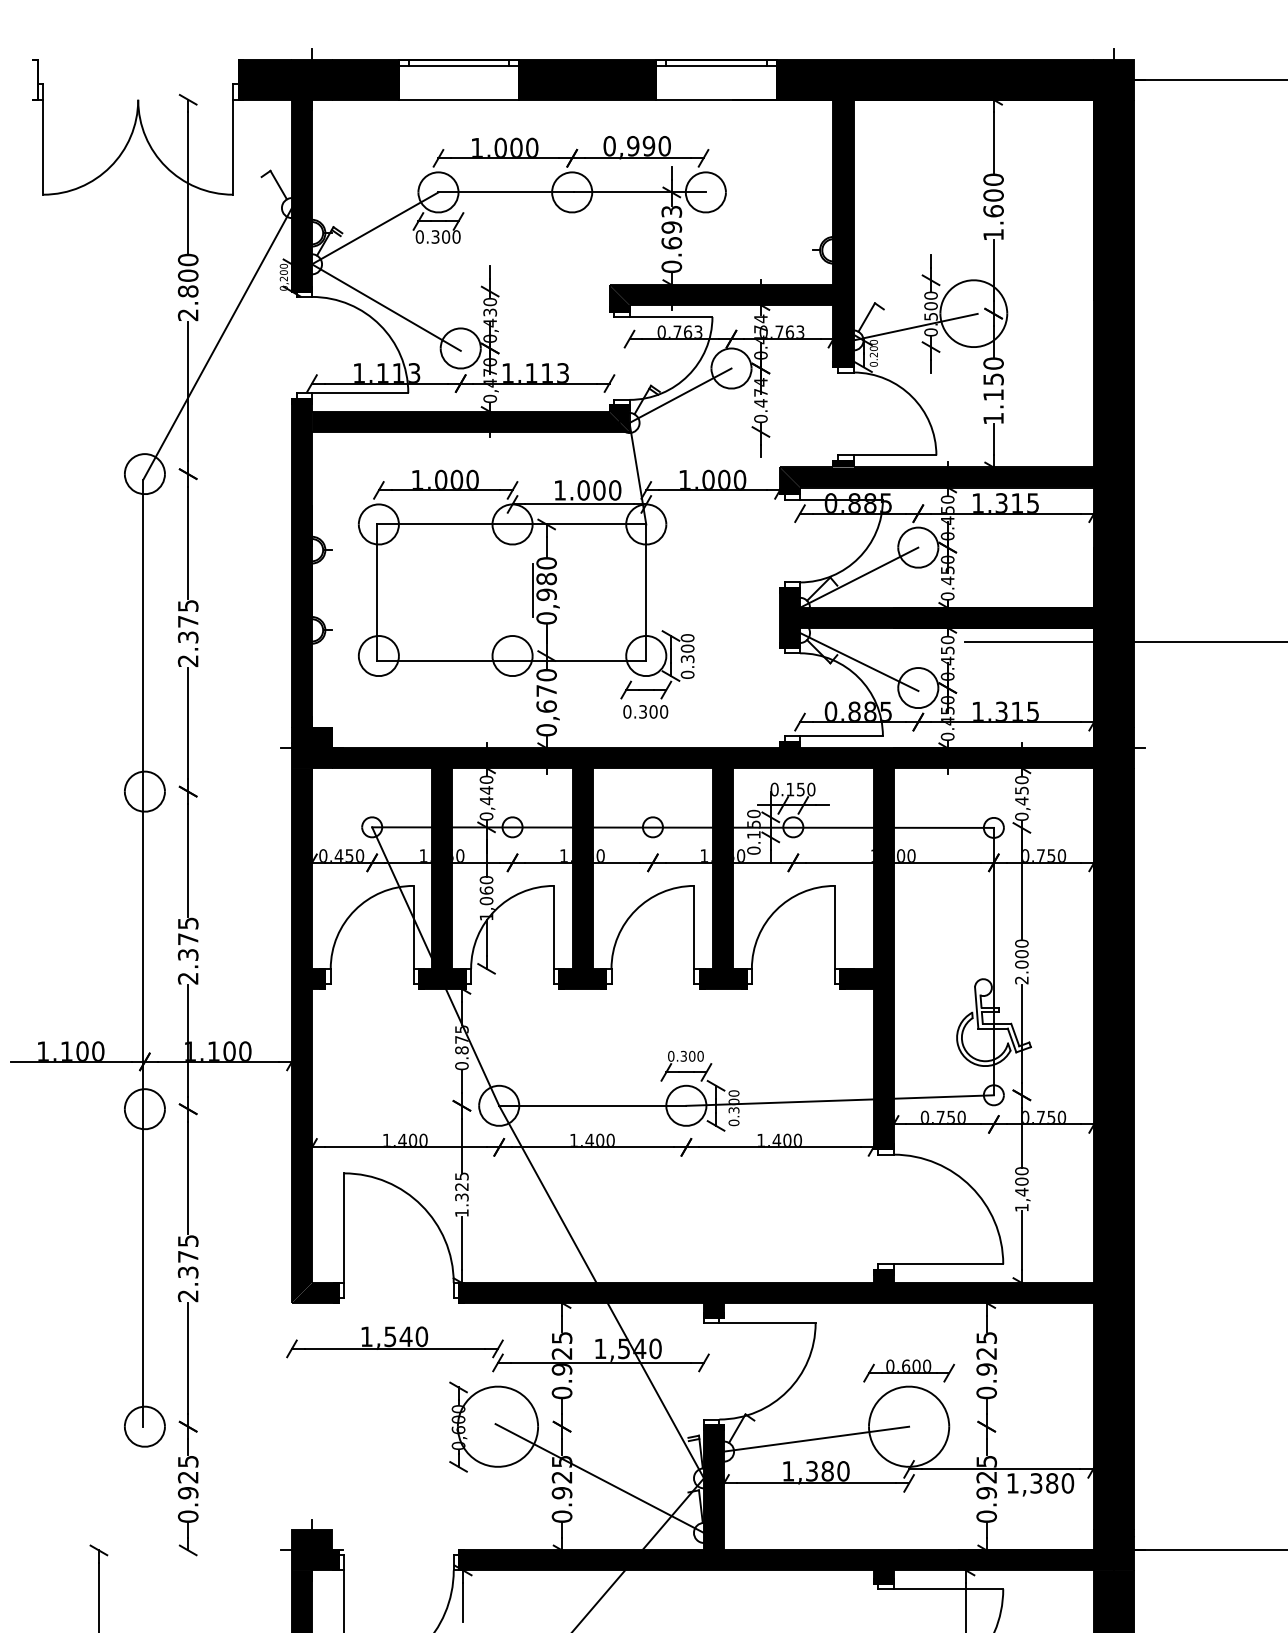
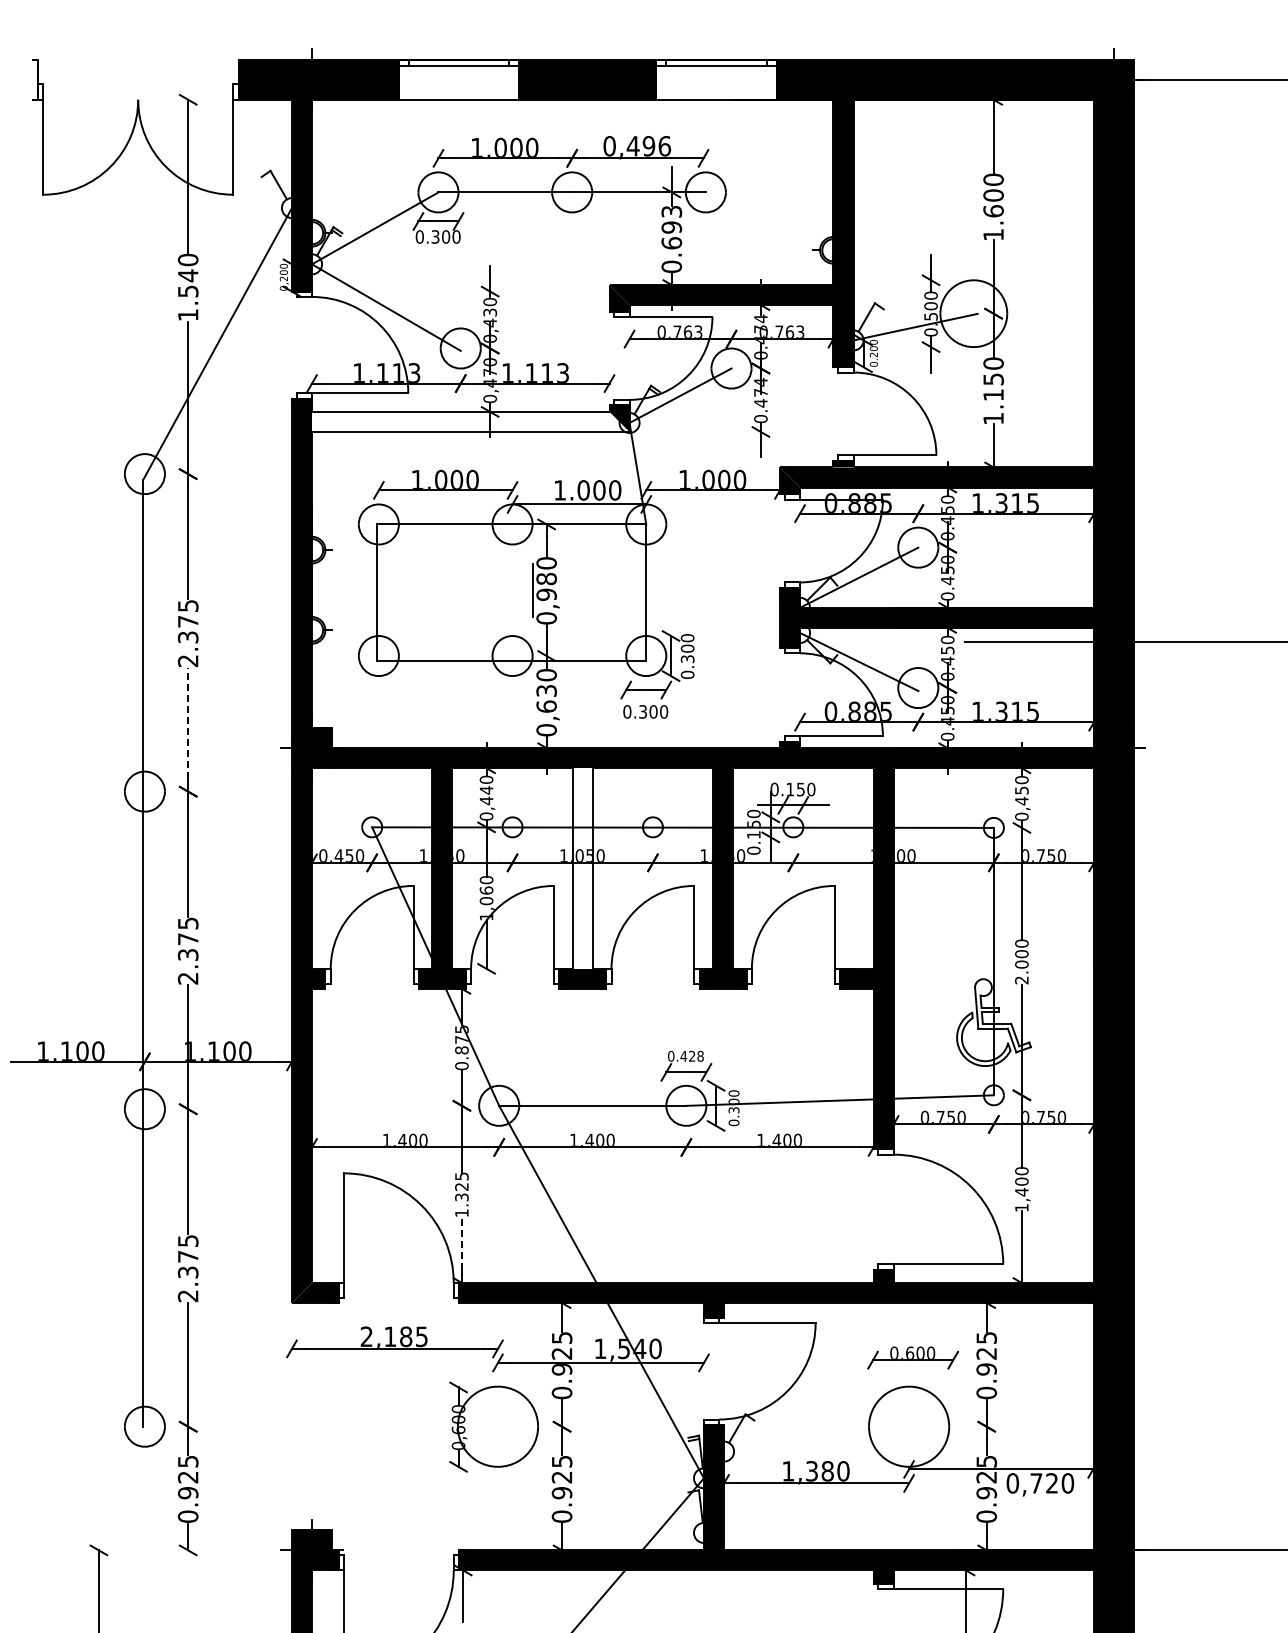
text at (648, 145): 0,990 -> 0,496
text at (187, 295): 2.800 -> 1.540
fill at (470, 421): present -> none
text at (546, 690): 0,670 -> 0,630
line at (188, 723): solid -> dashed
fill at (582, 868): present -> none
text at (691, 1055): 0.300 -> 0.428
line at (461, 1243): solid -> dashed
text at (394, 1336): 1,540 -> 2,185
part at (909, 1370) position: (909, 1370) -> (913, 1357)
line at (816, 1438): present -> none
line at (599, 1478): present -> none
text at (1032, 1483): 1,380 -> 0,720
